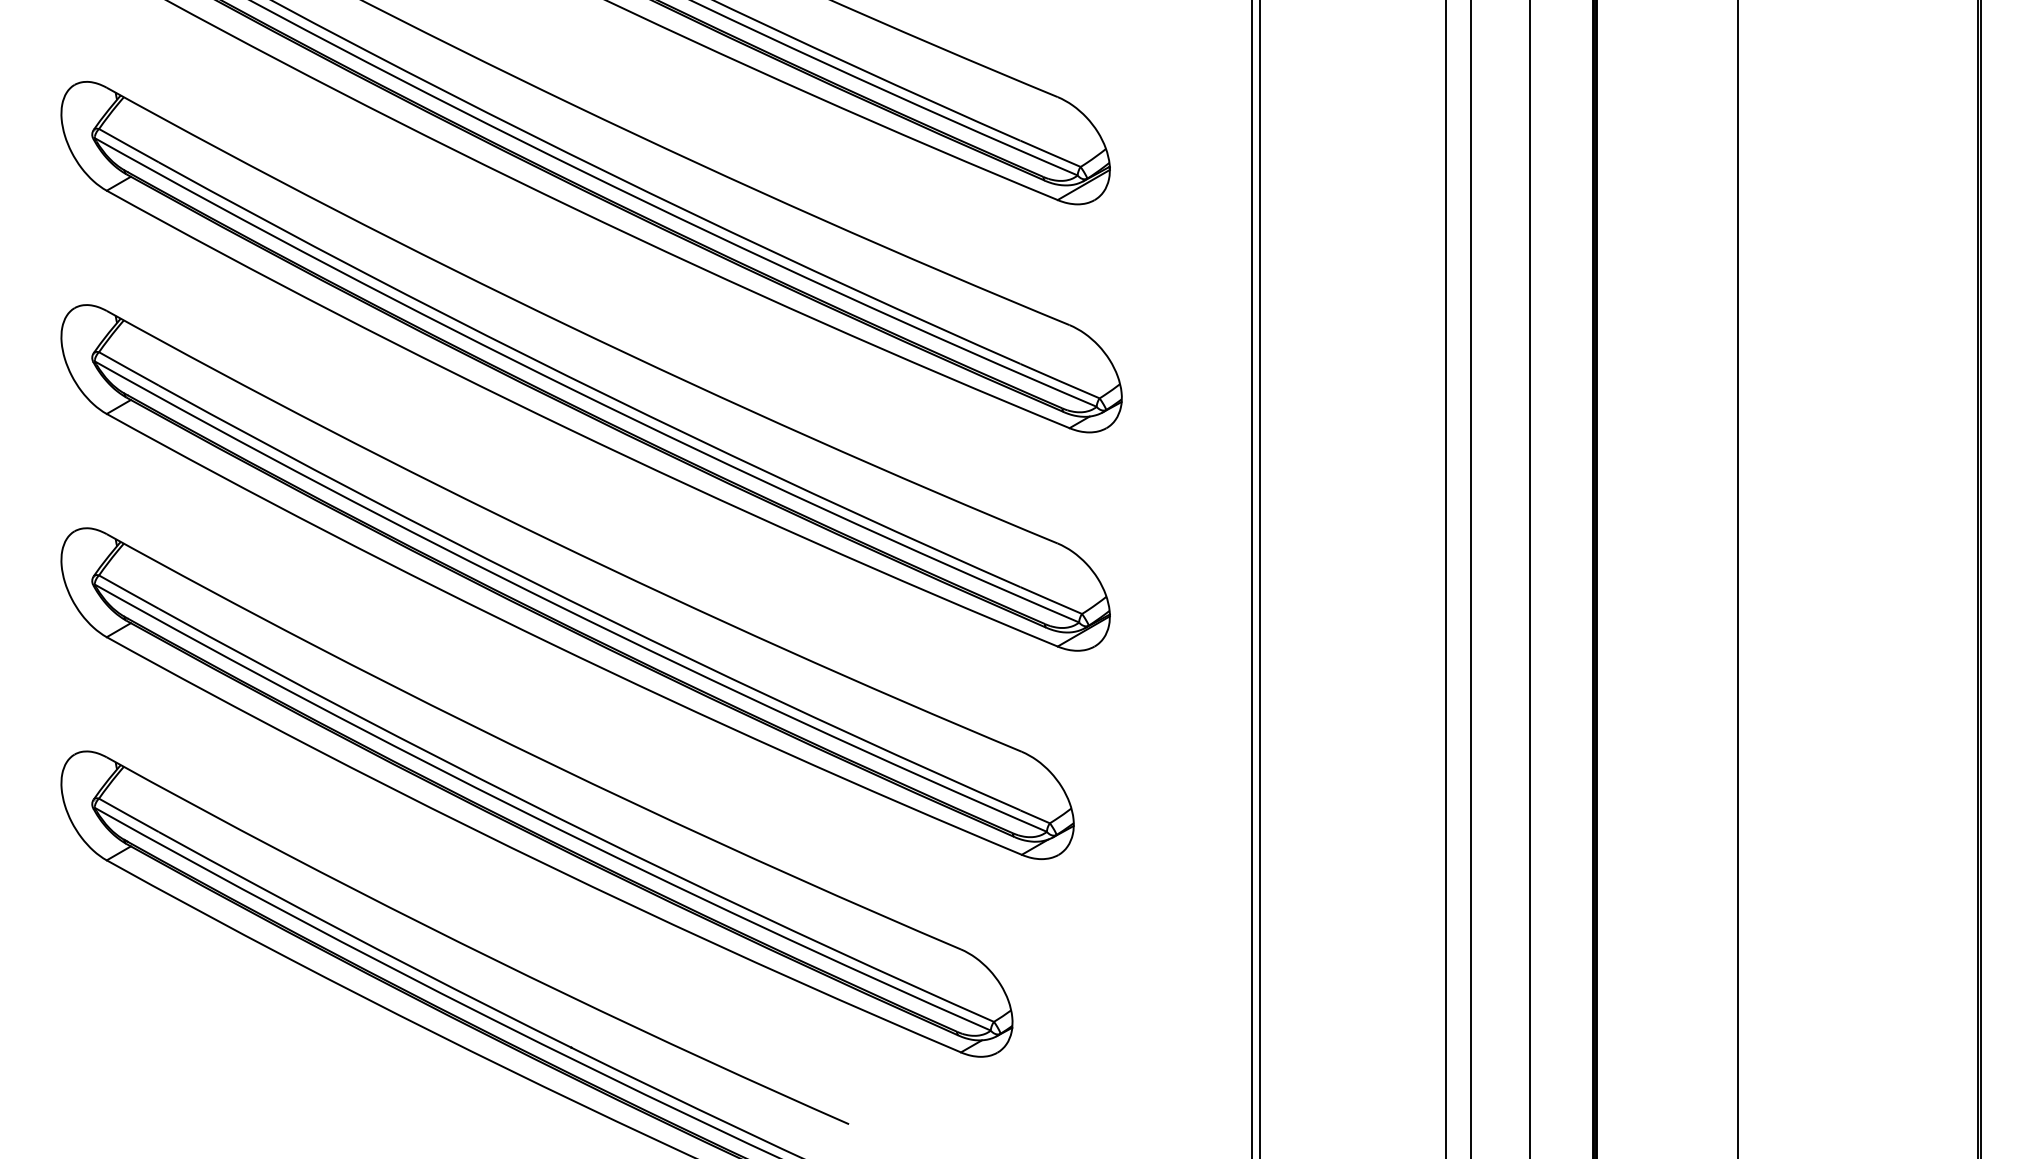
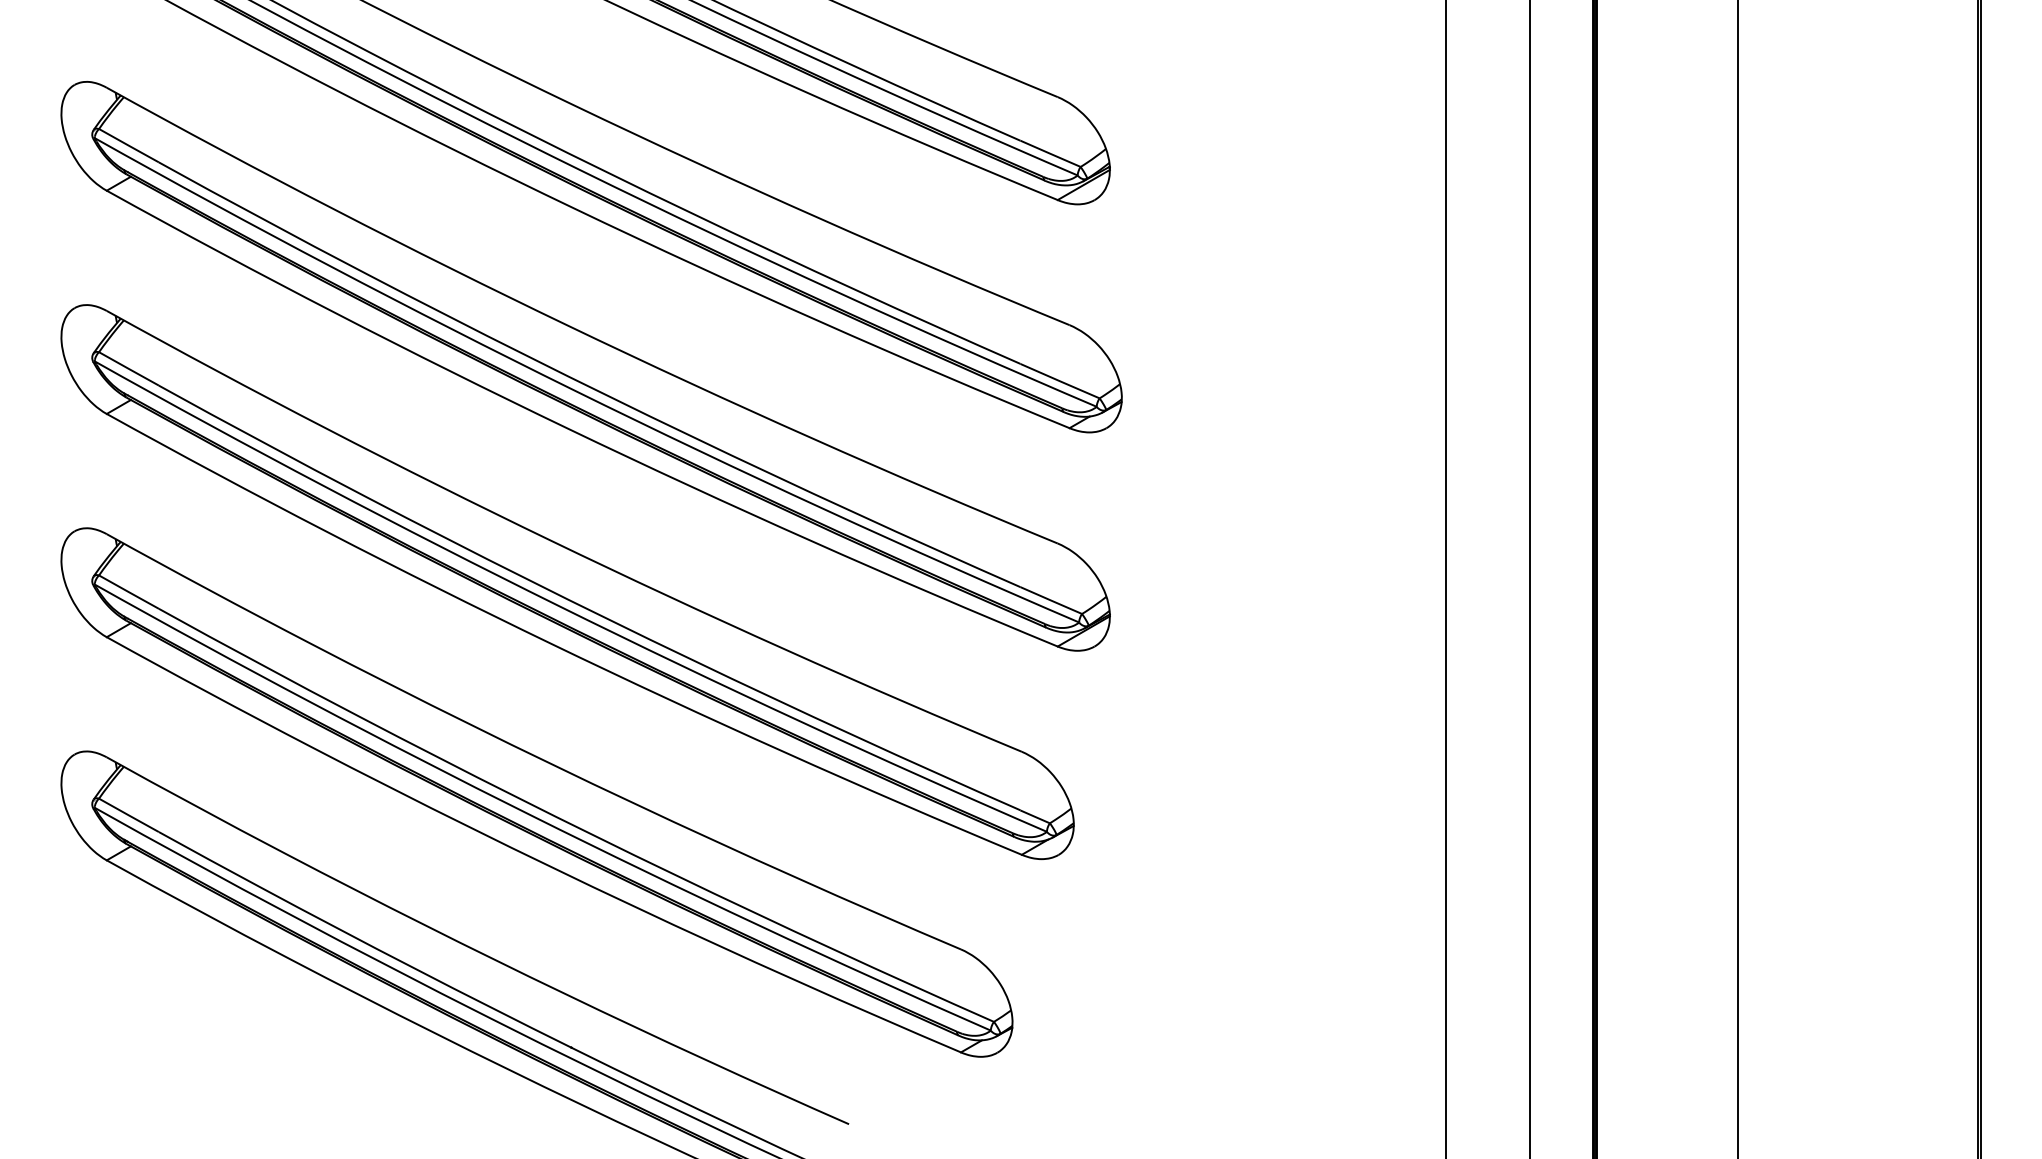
line at (1252, 578): present -> none
line at (1260, 578): present -> none
line at (1470, 578): present -> none
